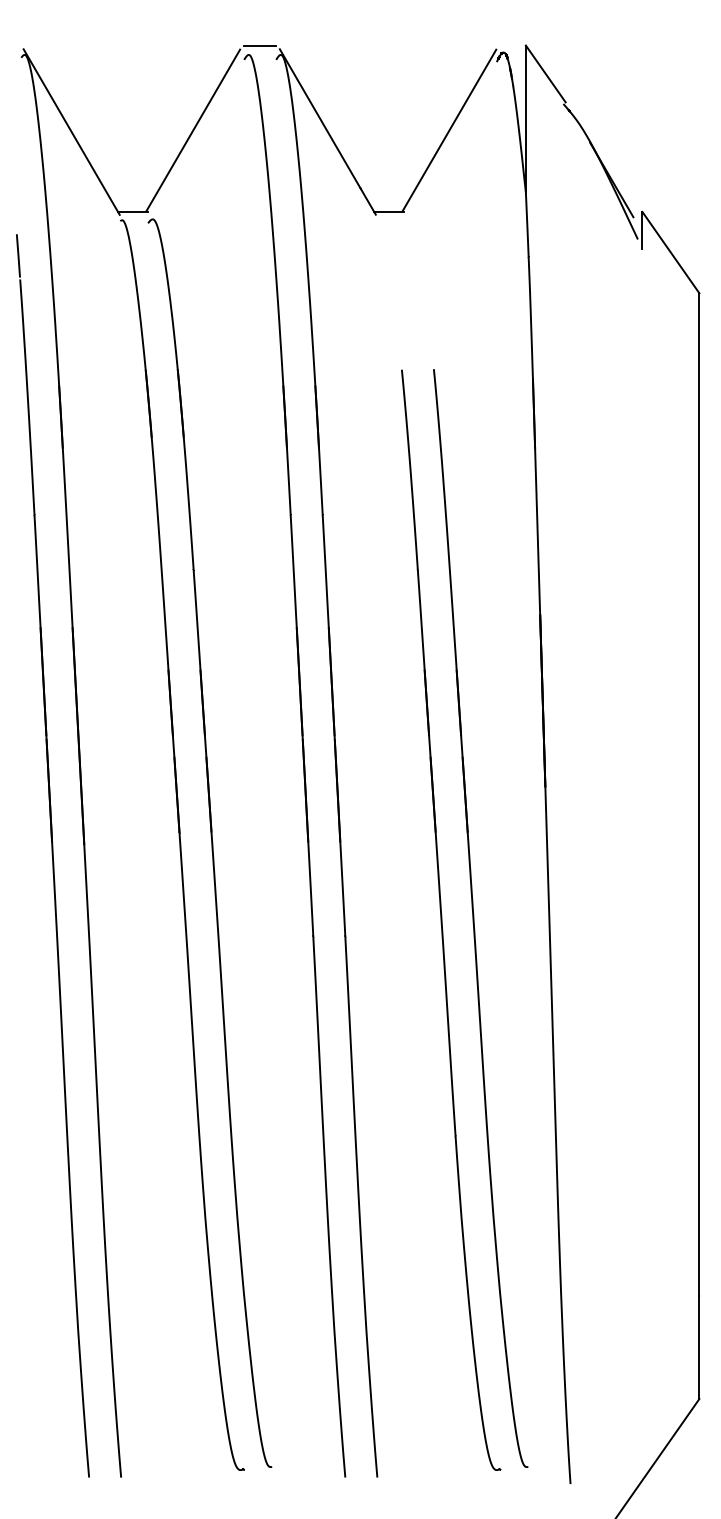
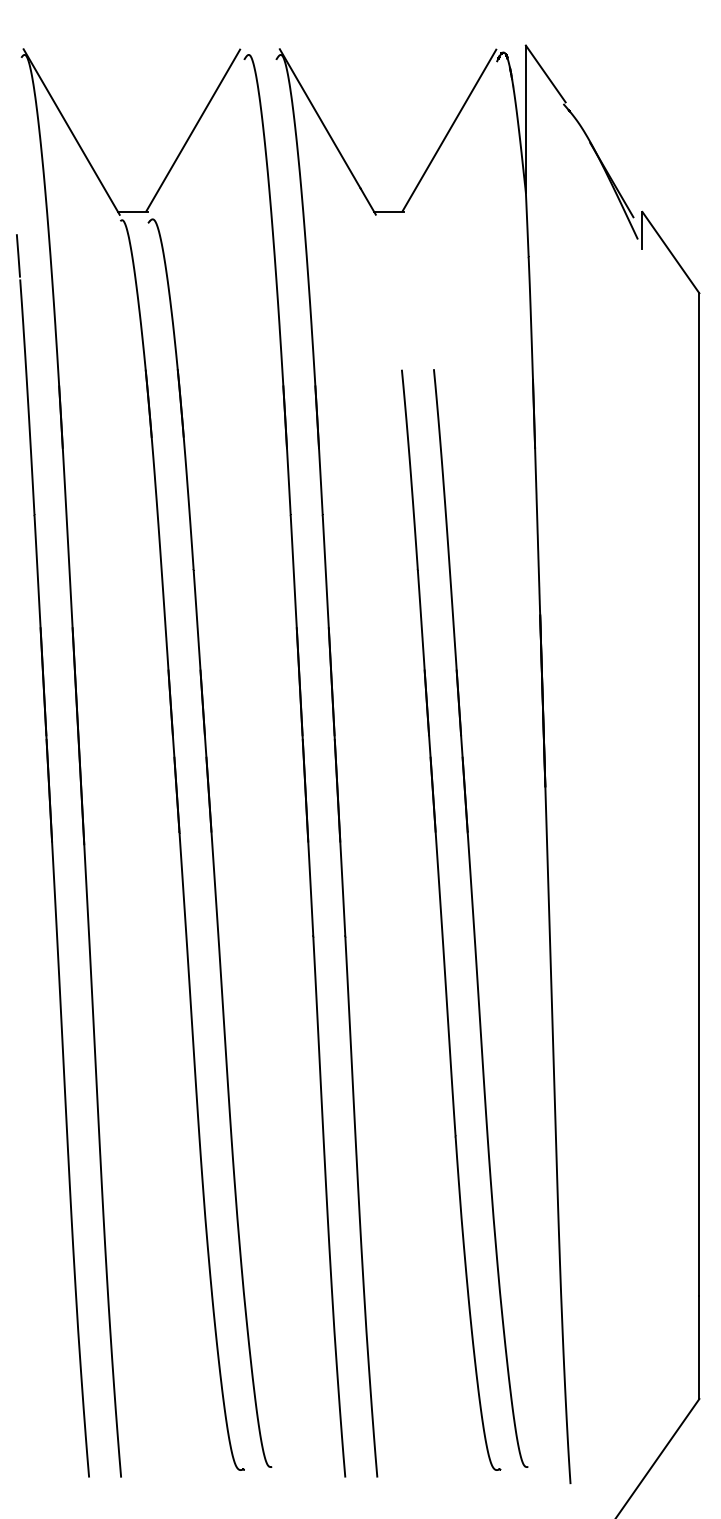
line at (260, 45): present -> none
